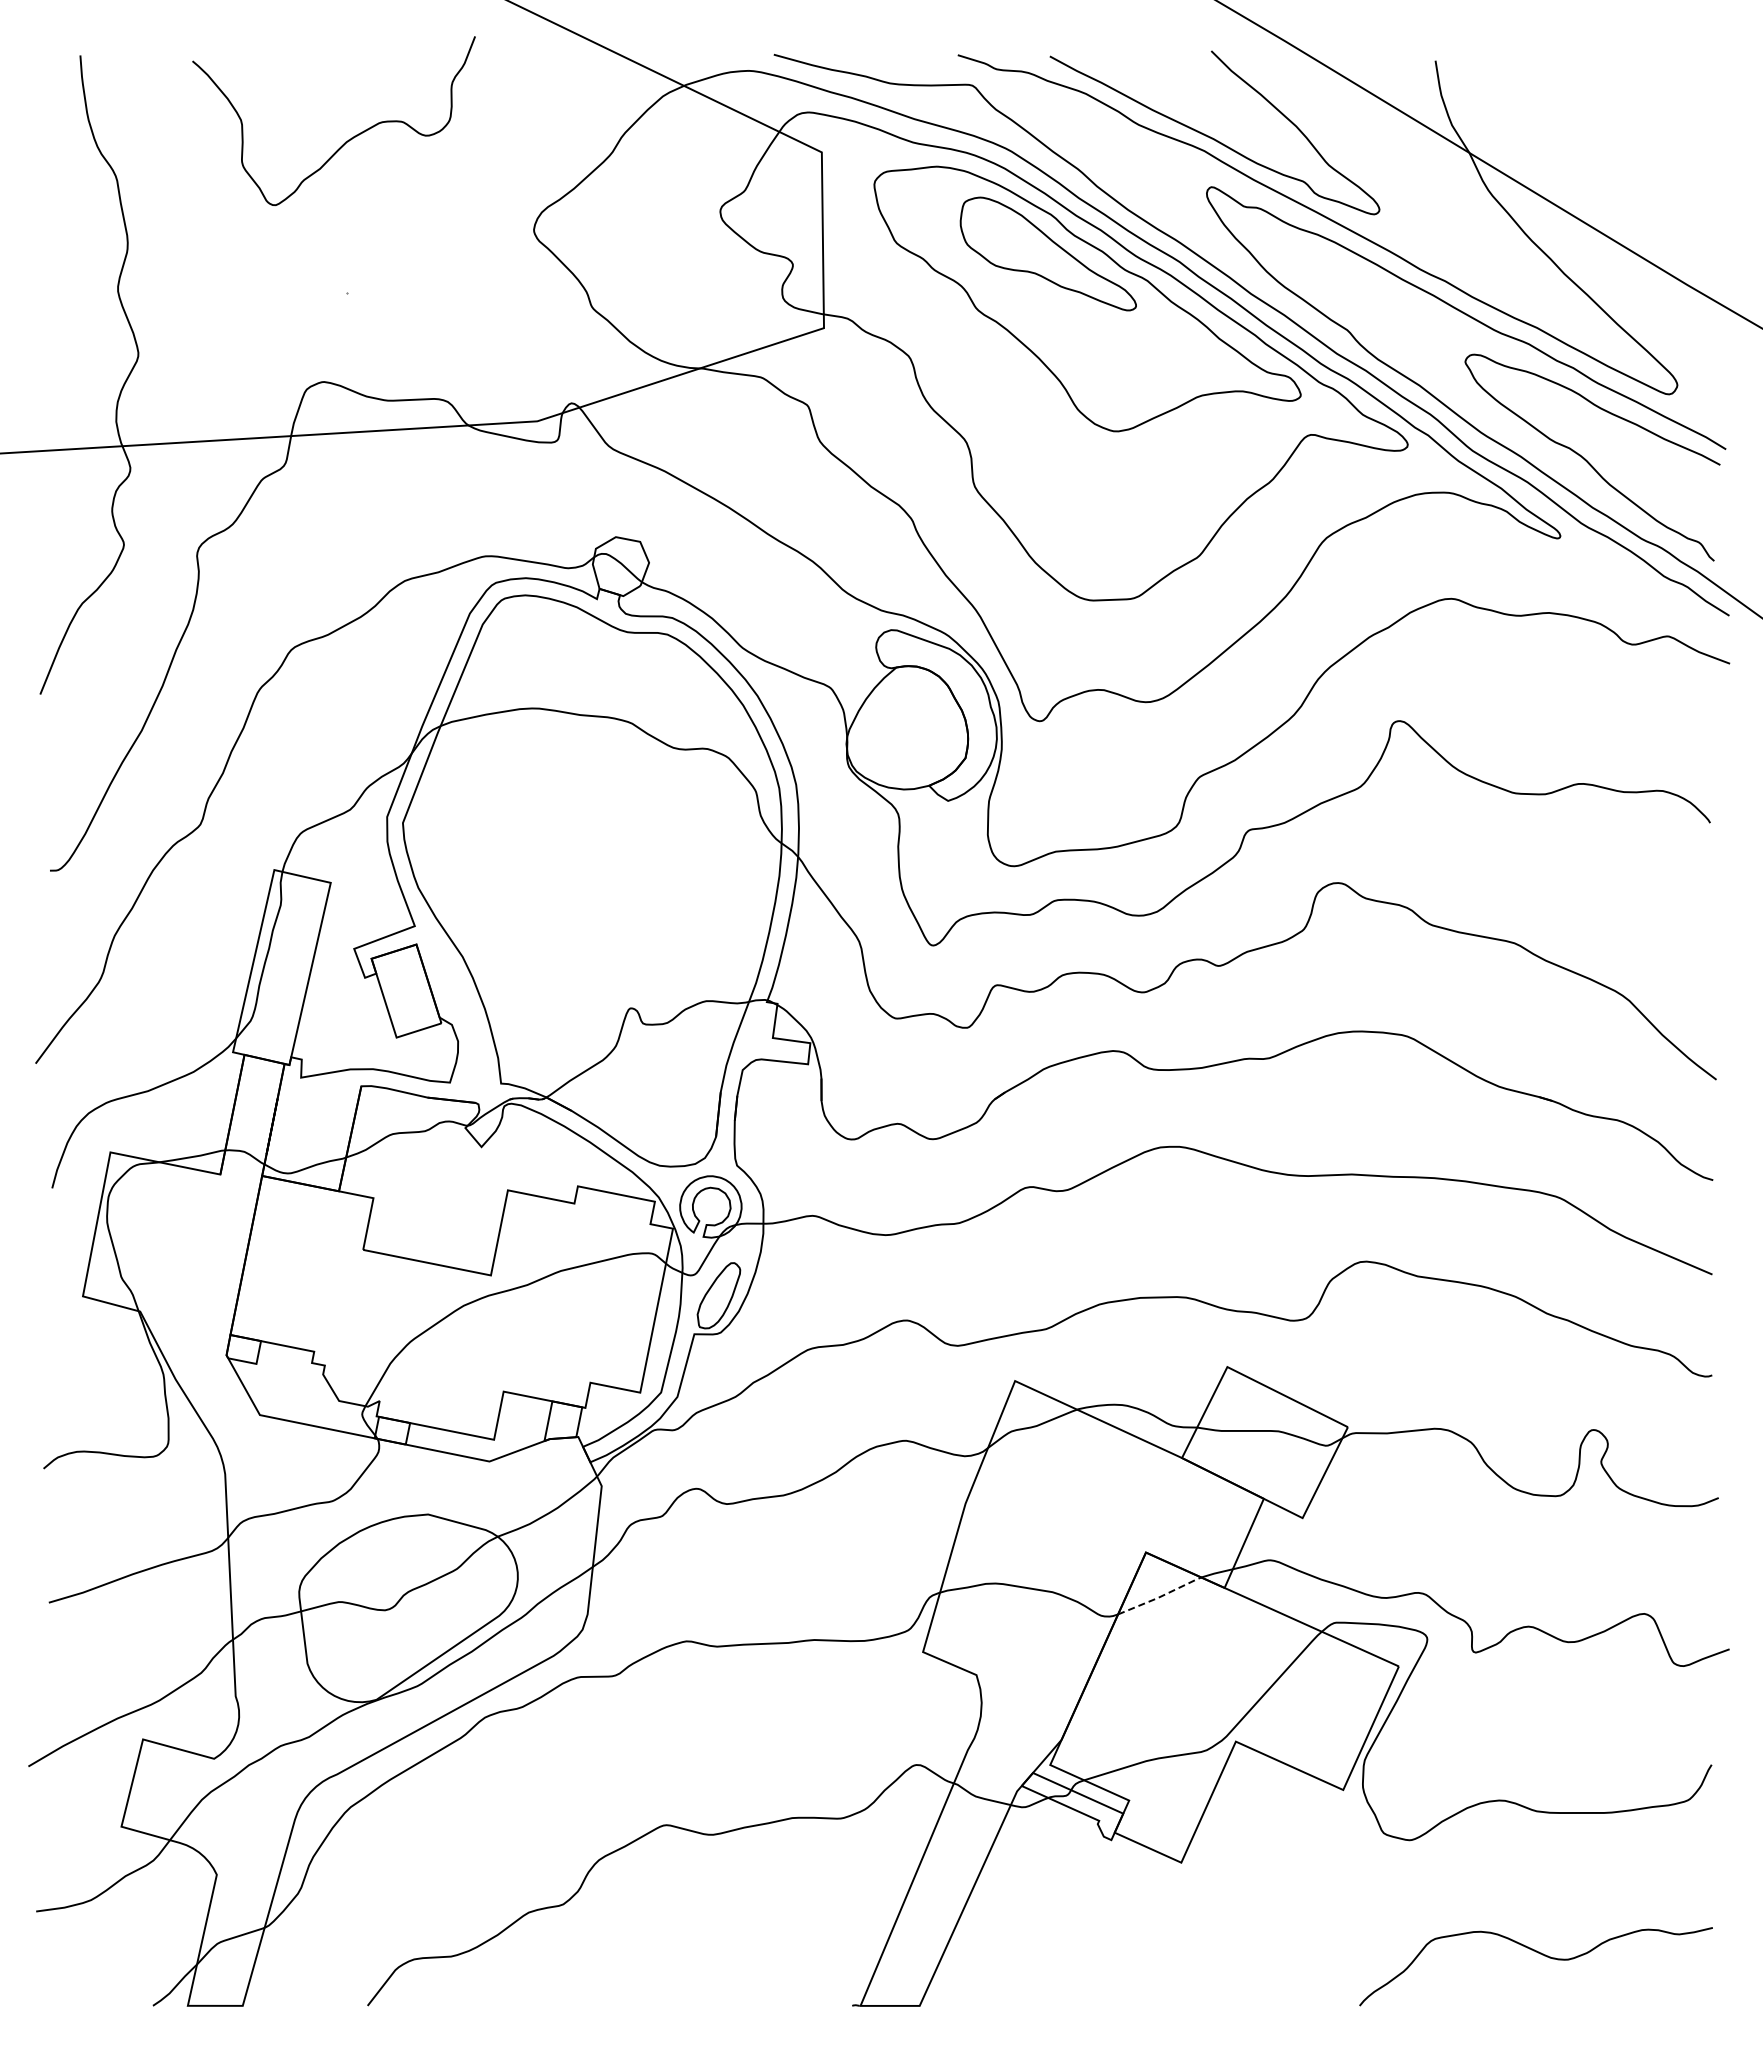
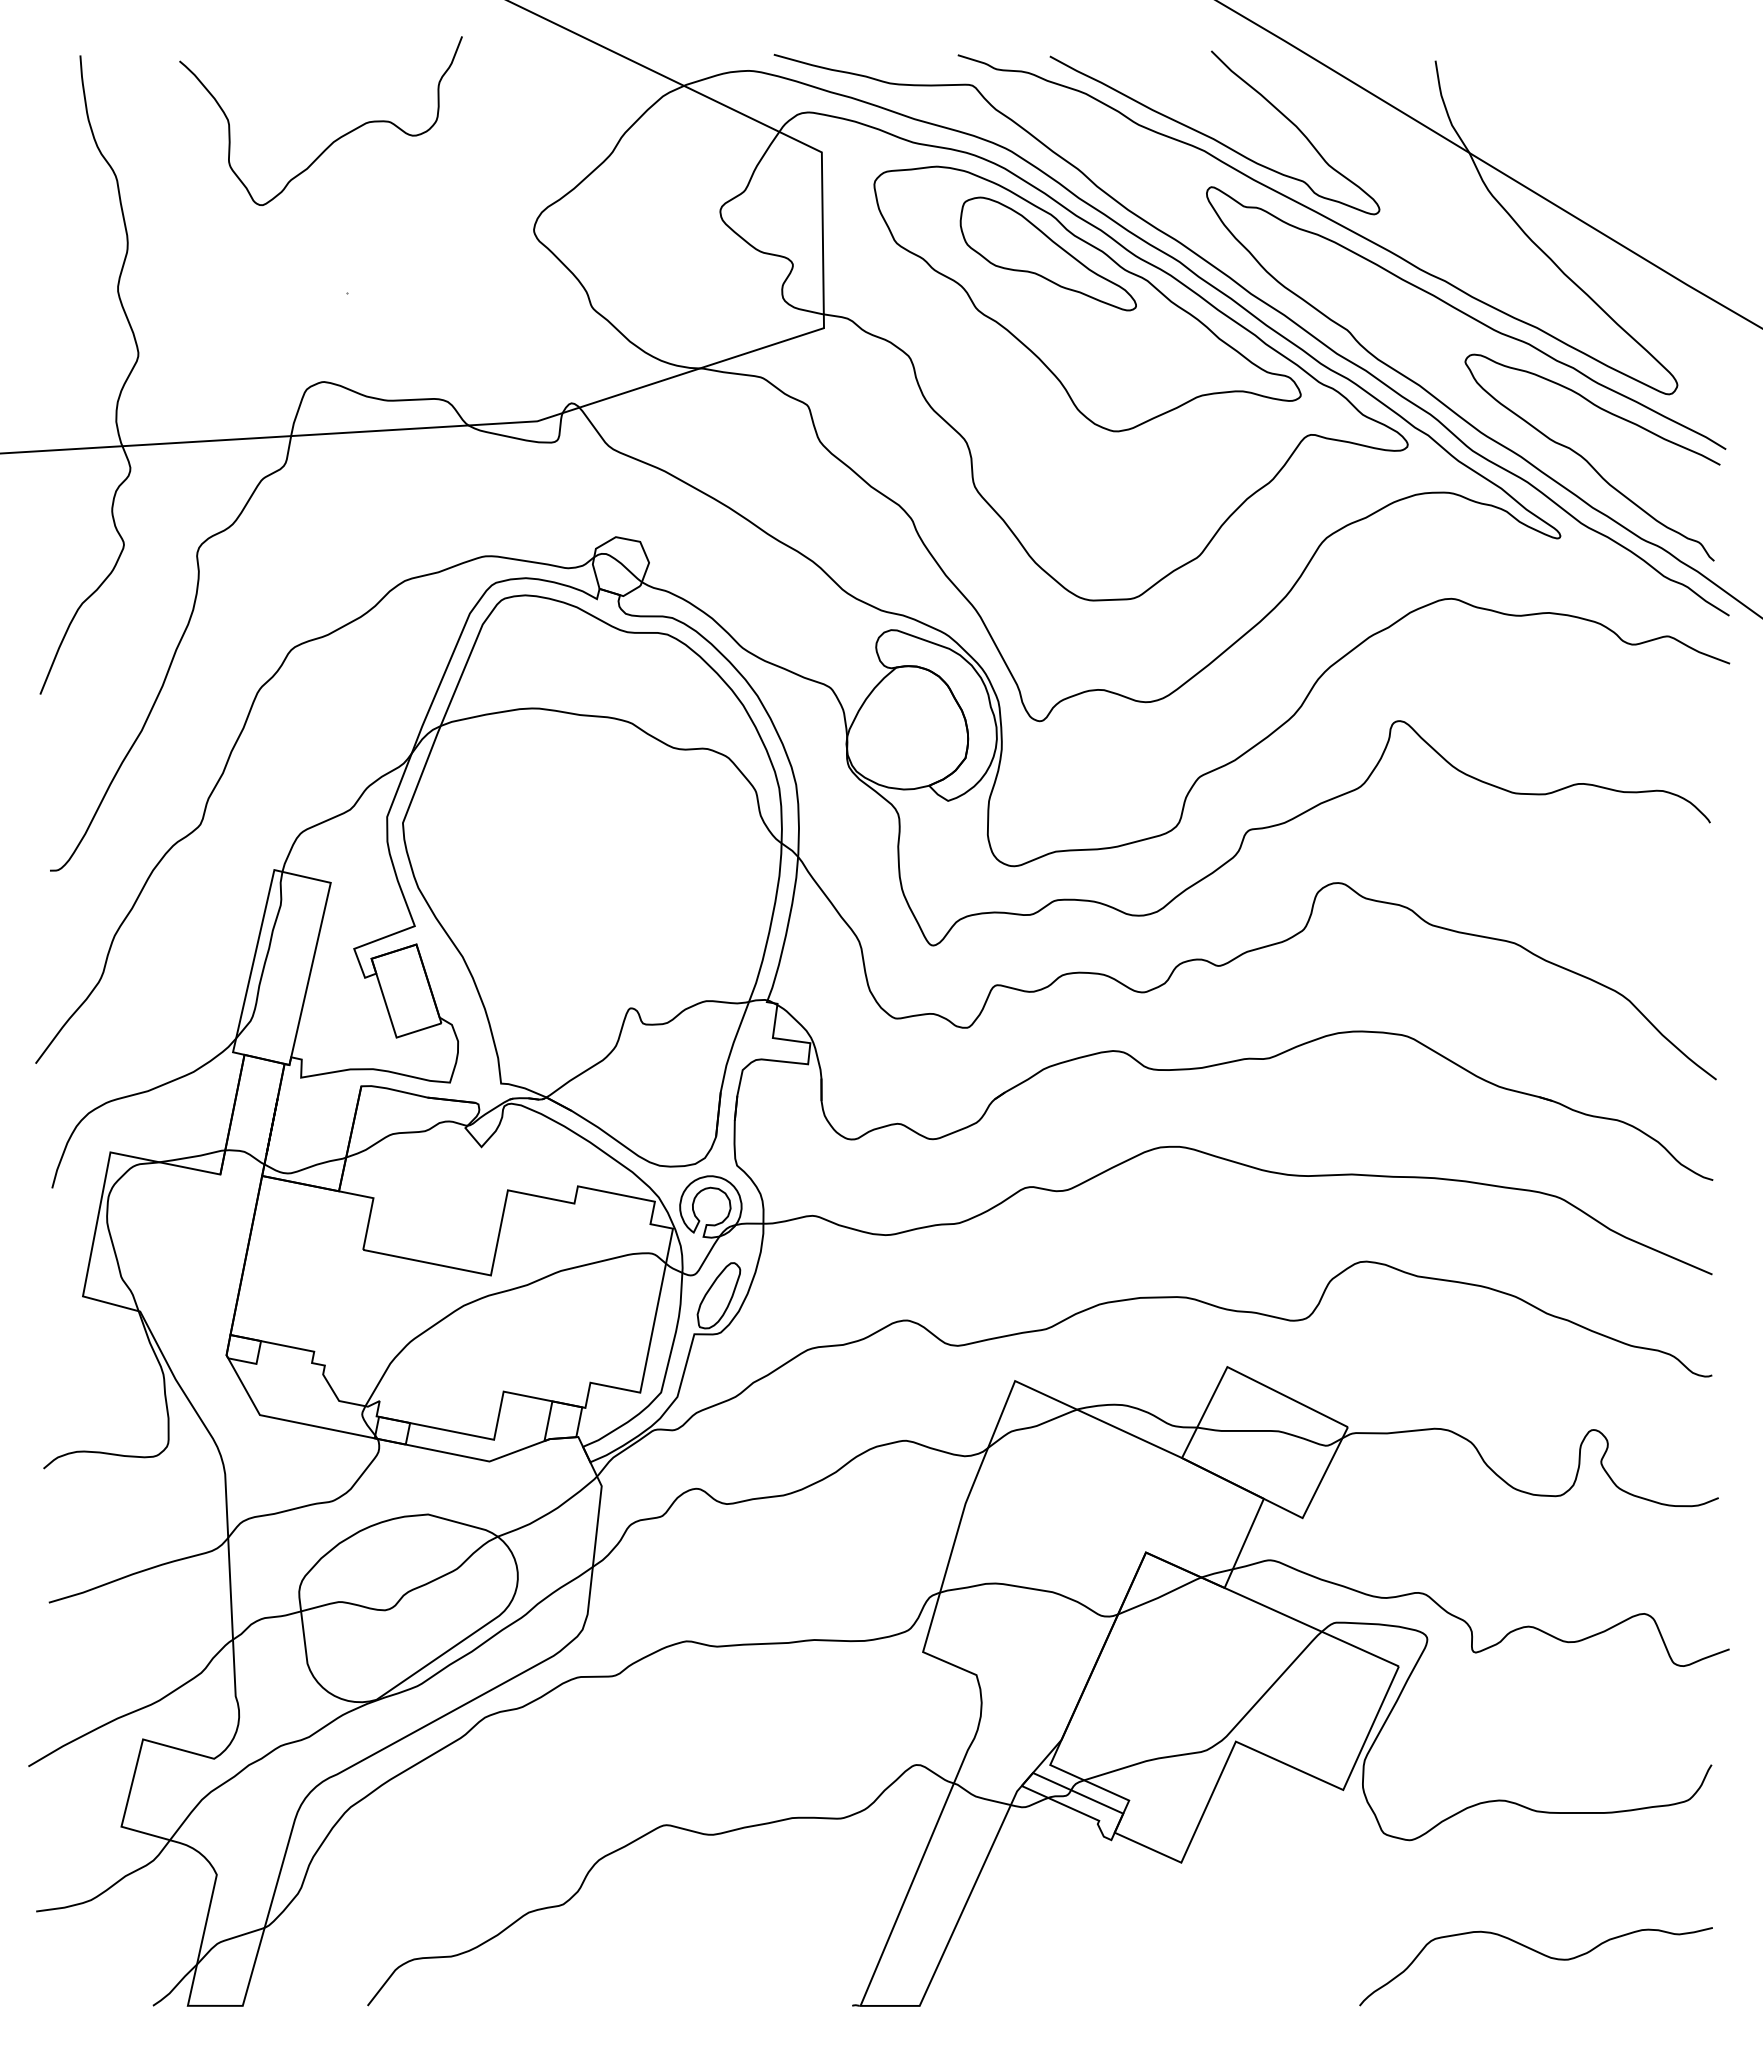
curve at (345, 141) position: (345, 141) -> (332, 141)
line at (1160, 1596): dashed -> solid
